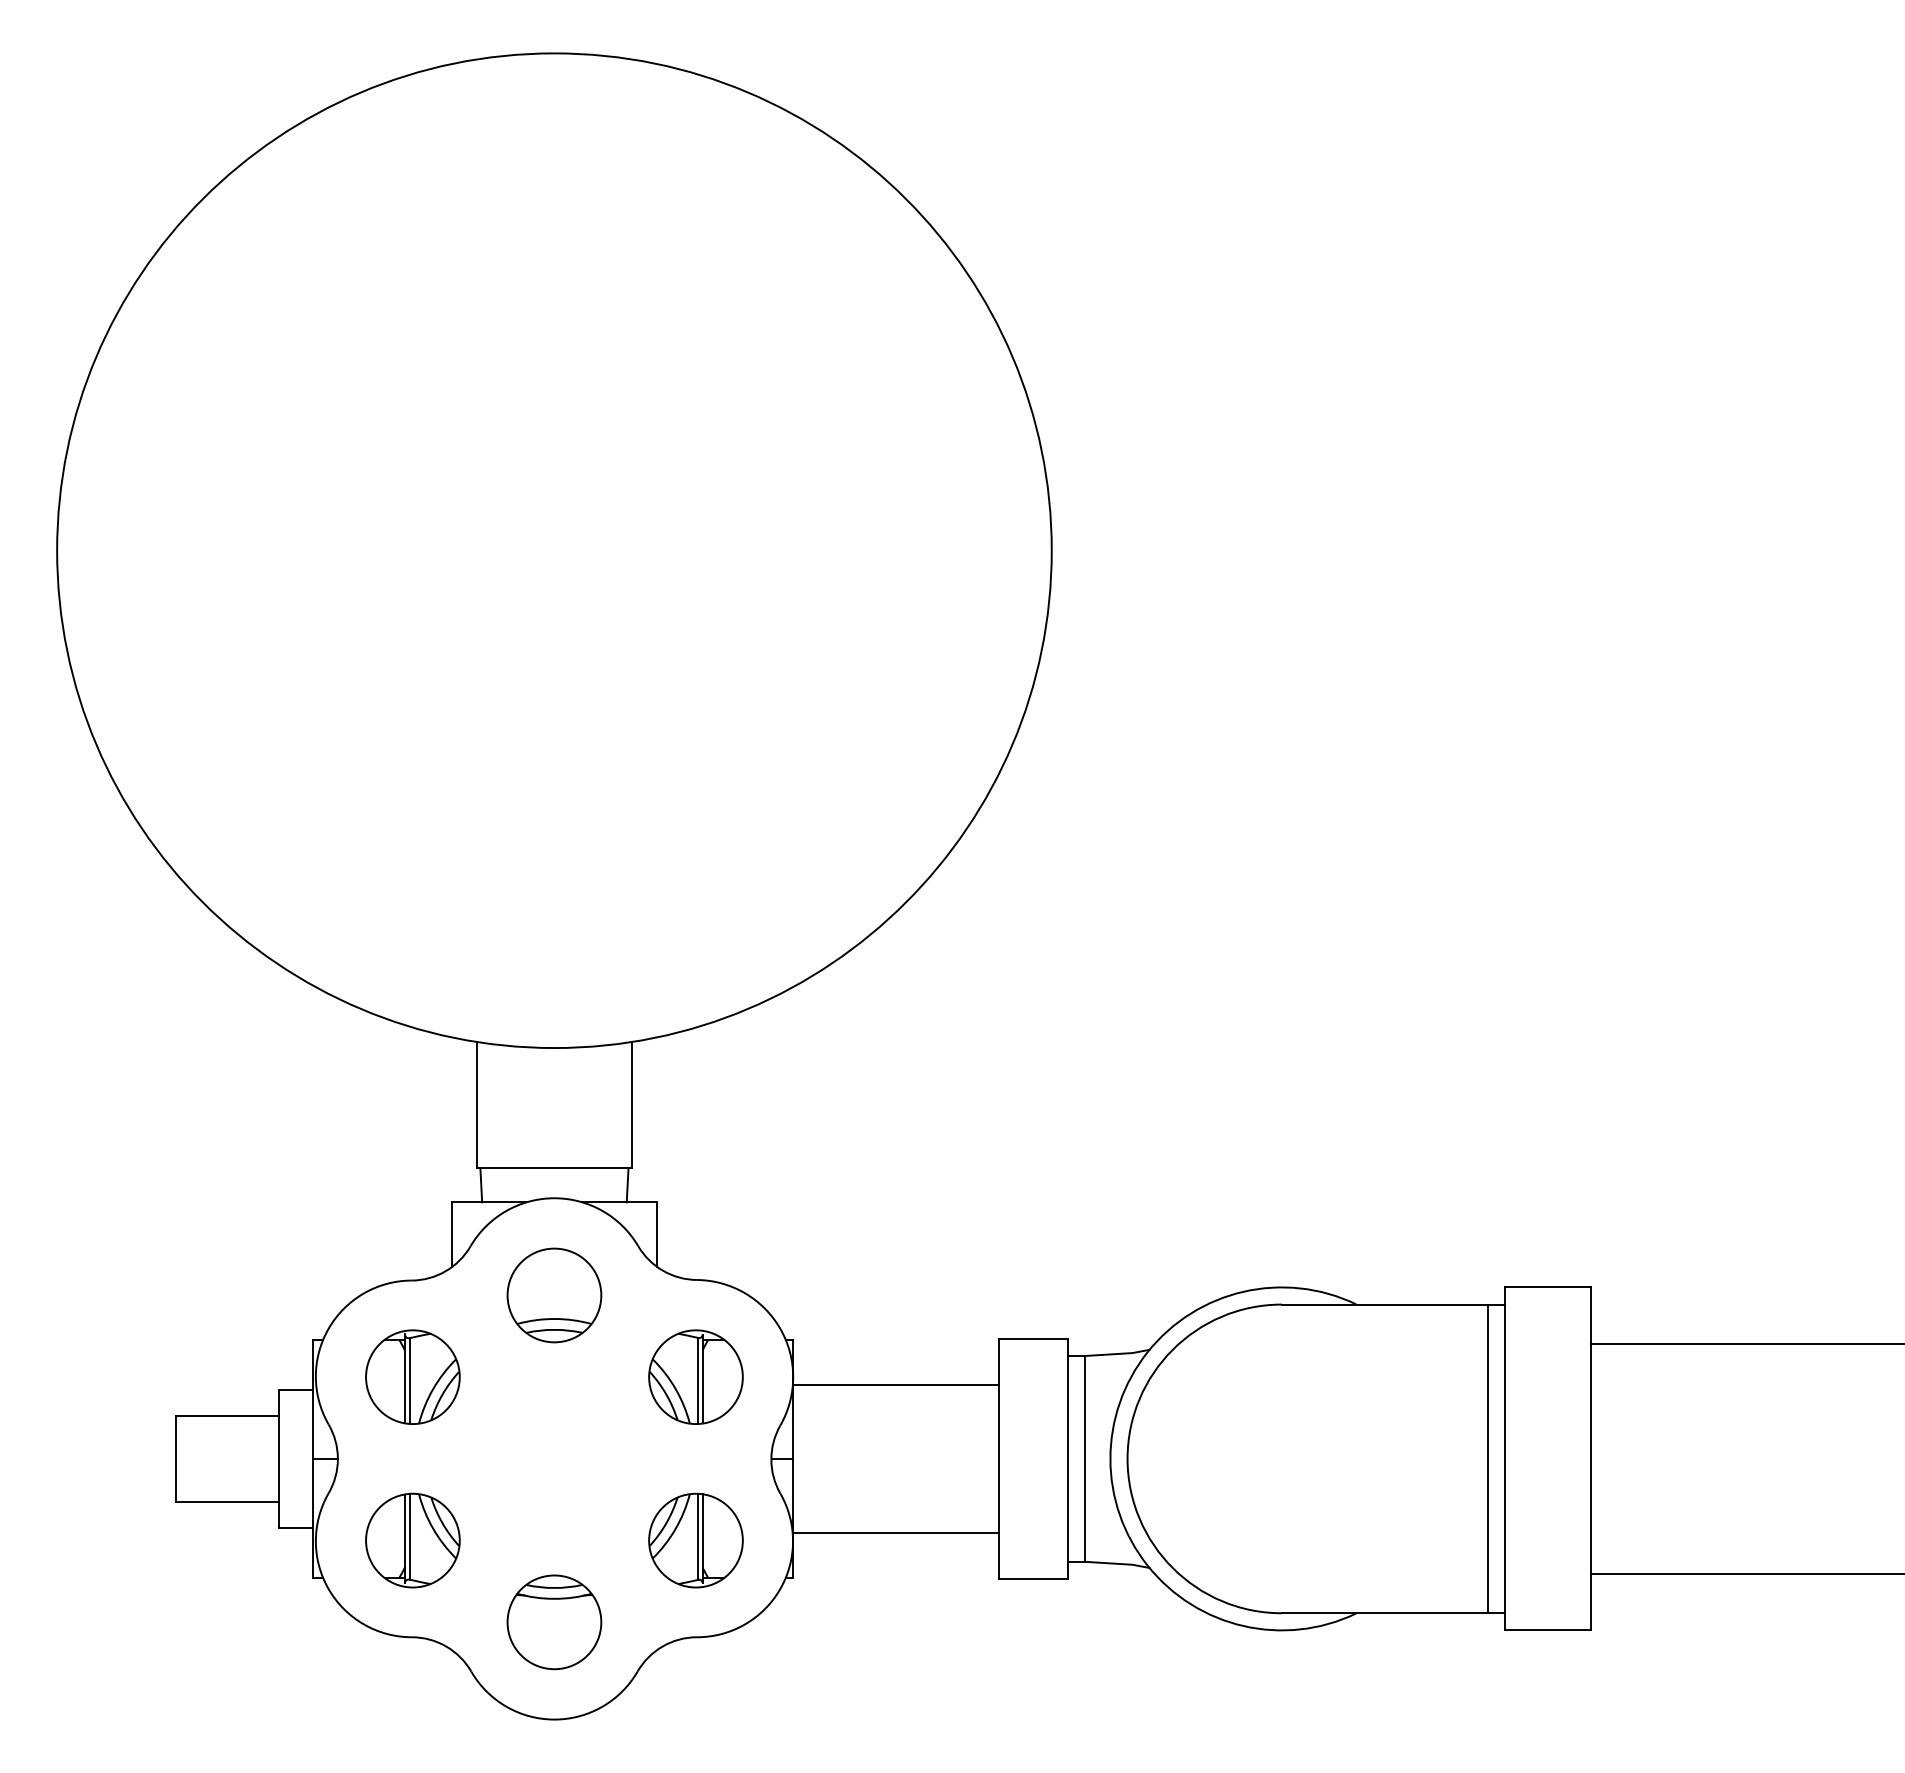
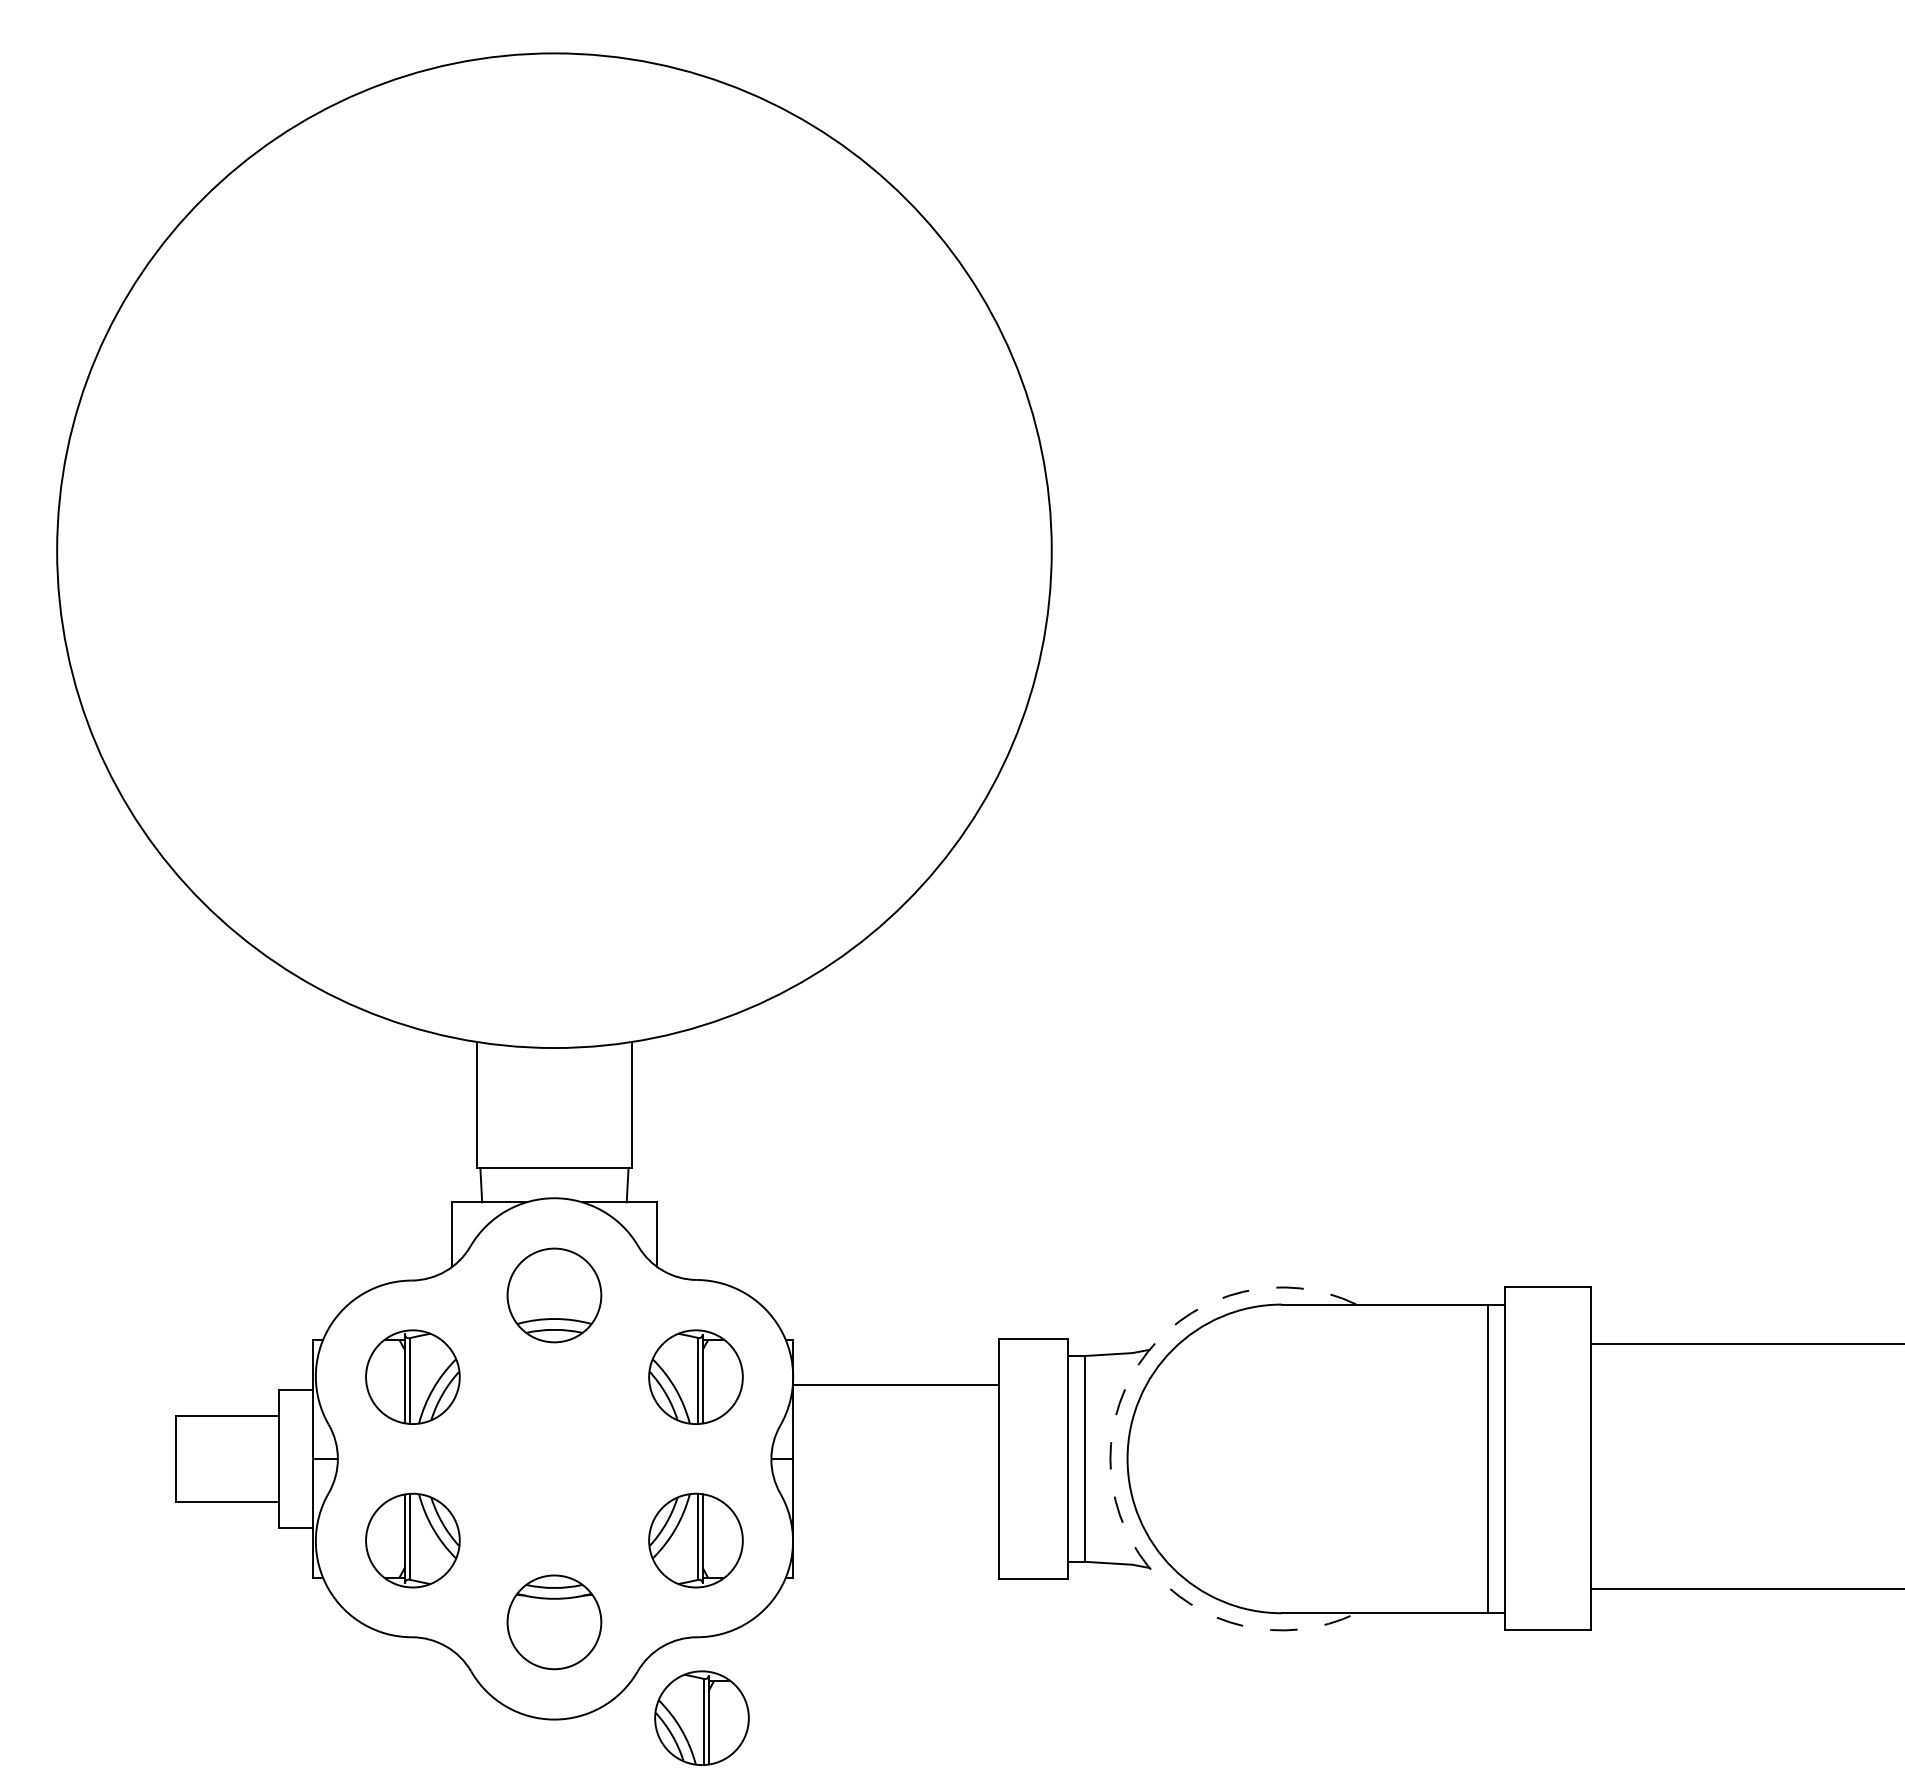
arc at (1110, 1458): solid -> dashed
line at (895, 1533): present -> none
line at (1745, 1574) position: (1745, 1574) -> (1745, 1589)
part at (701, 1717): none -> present
